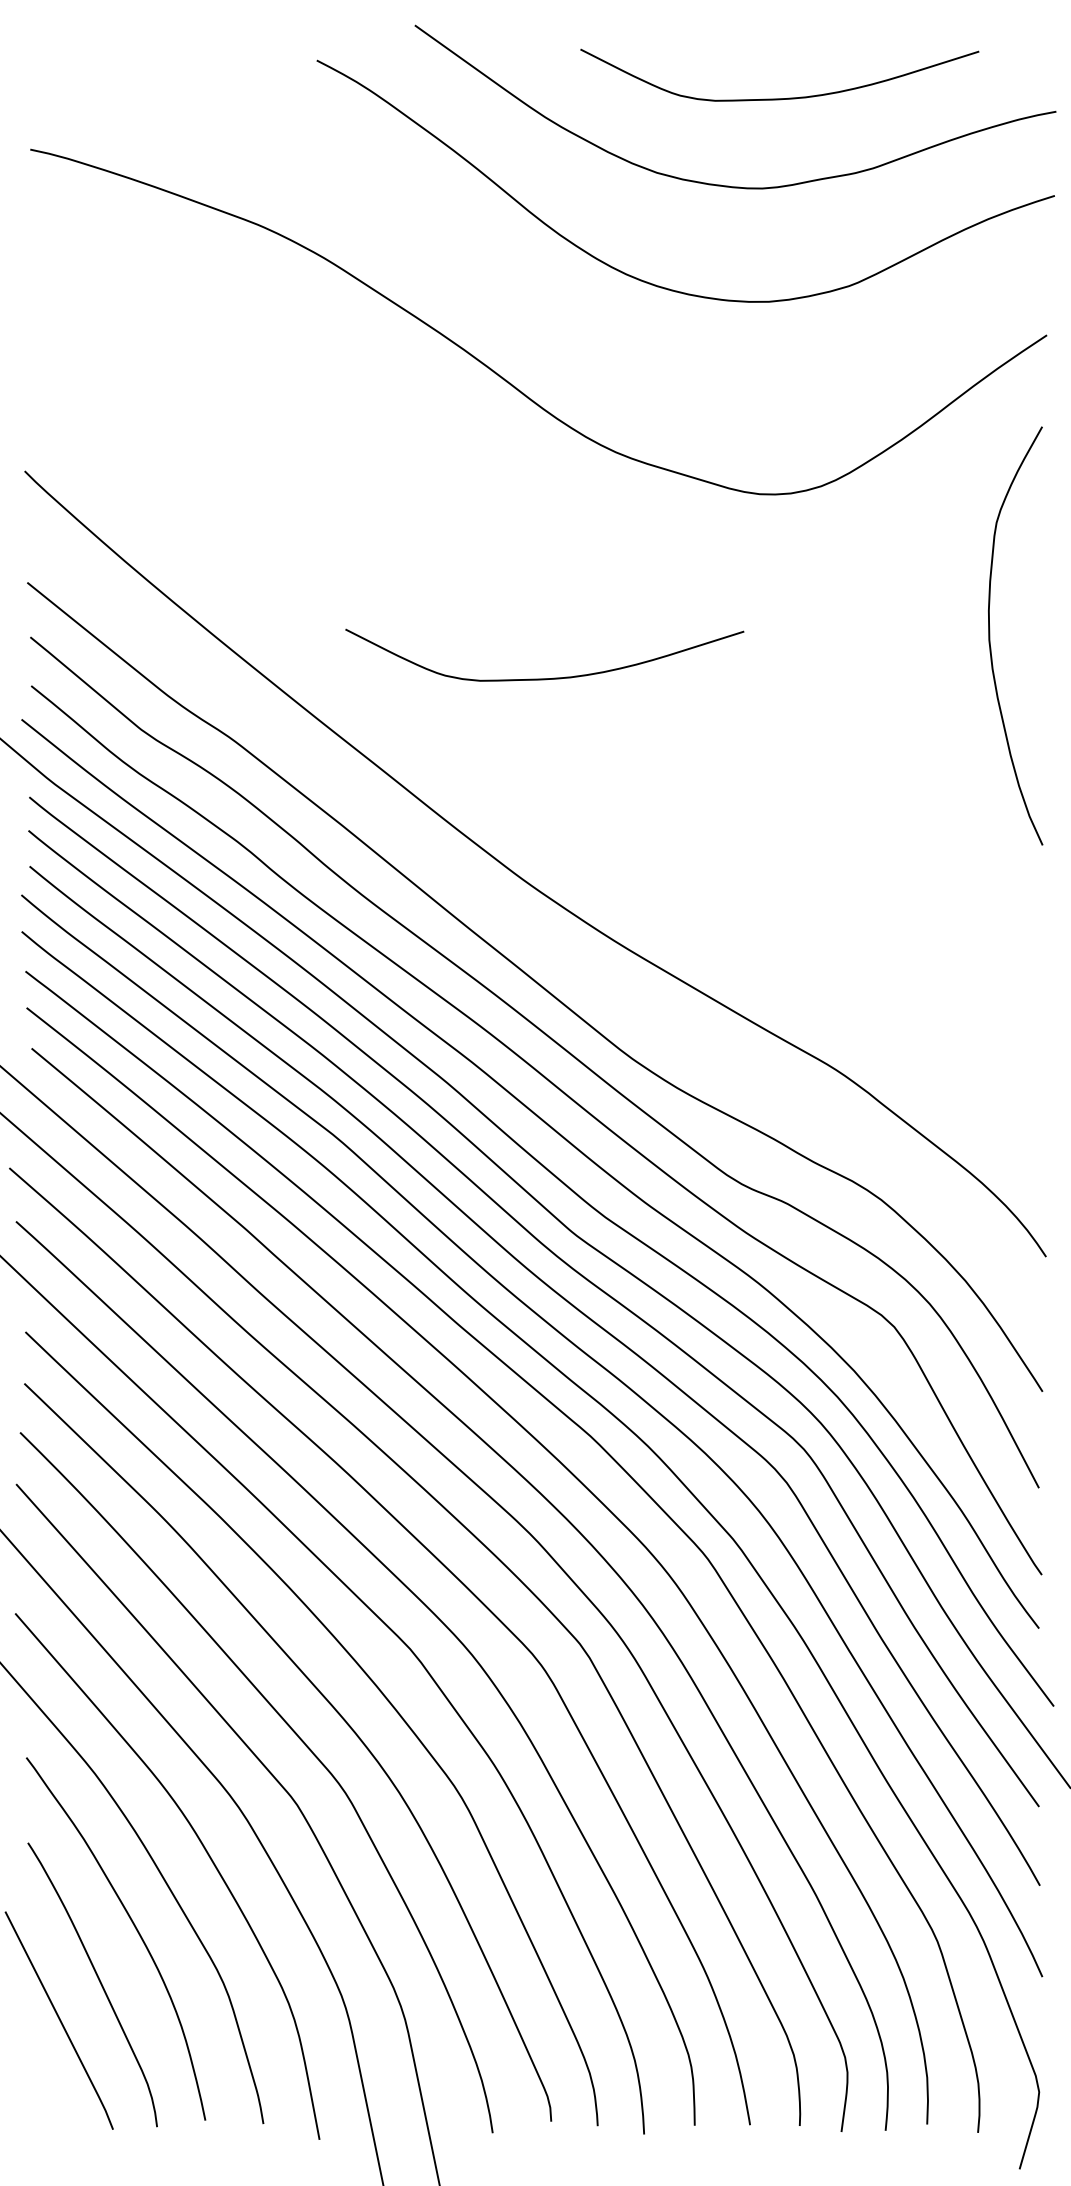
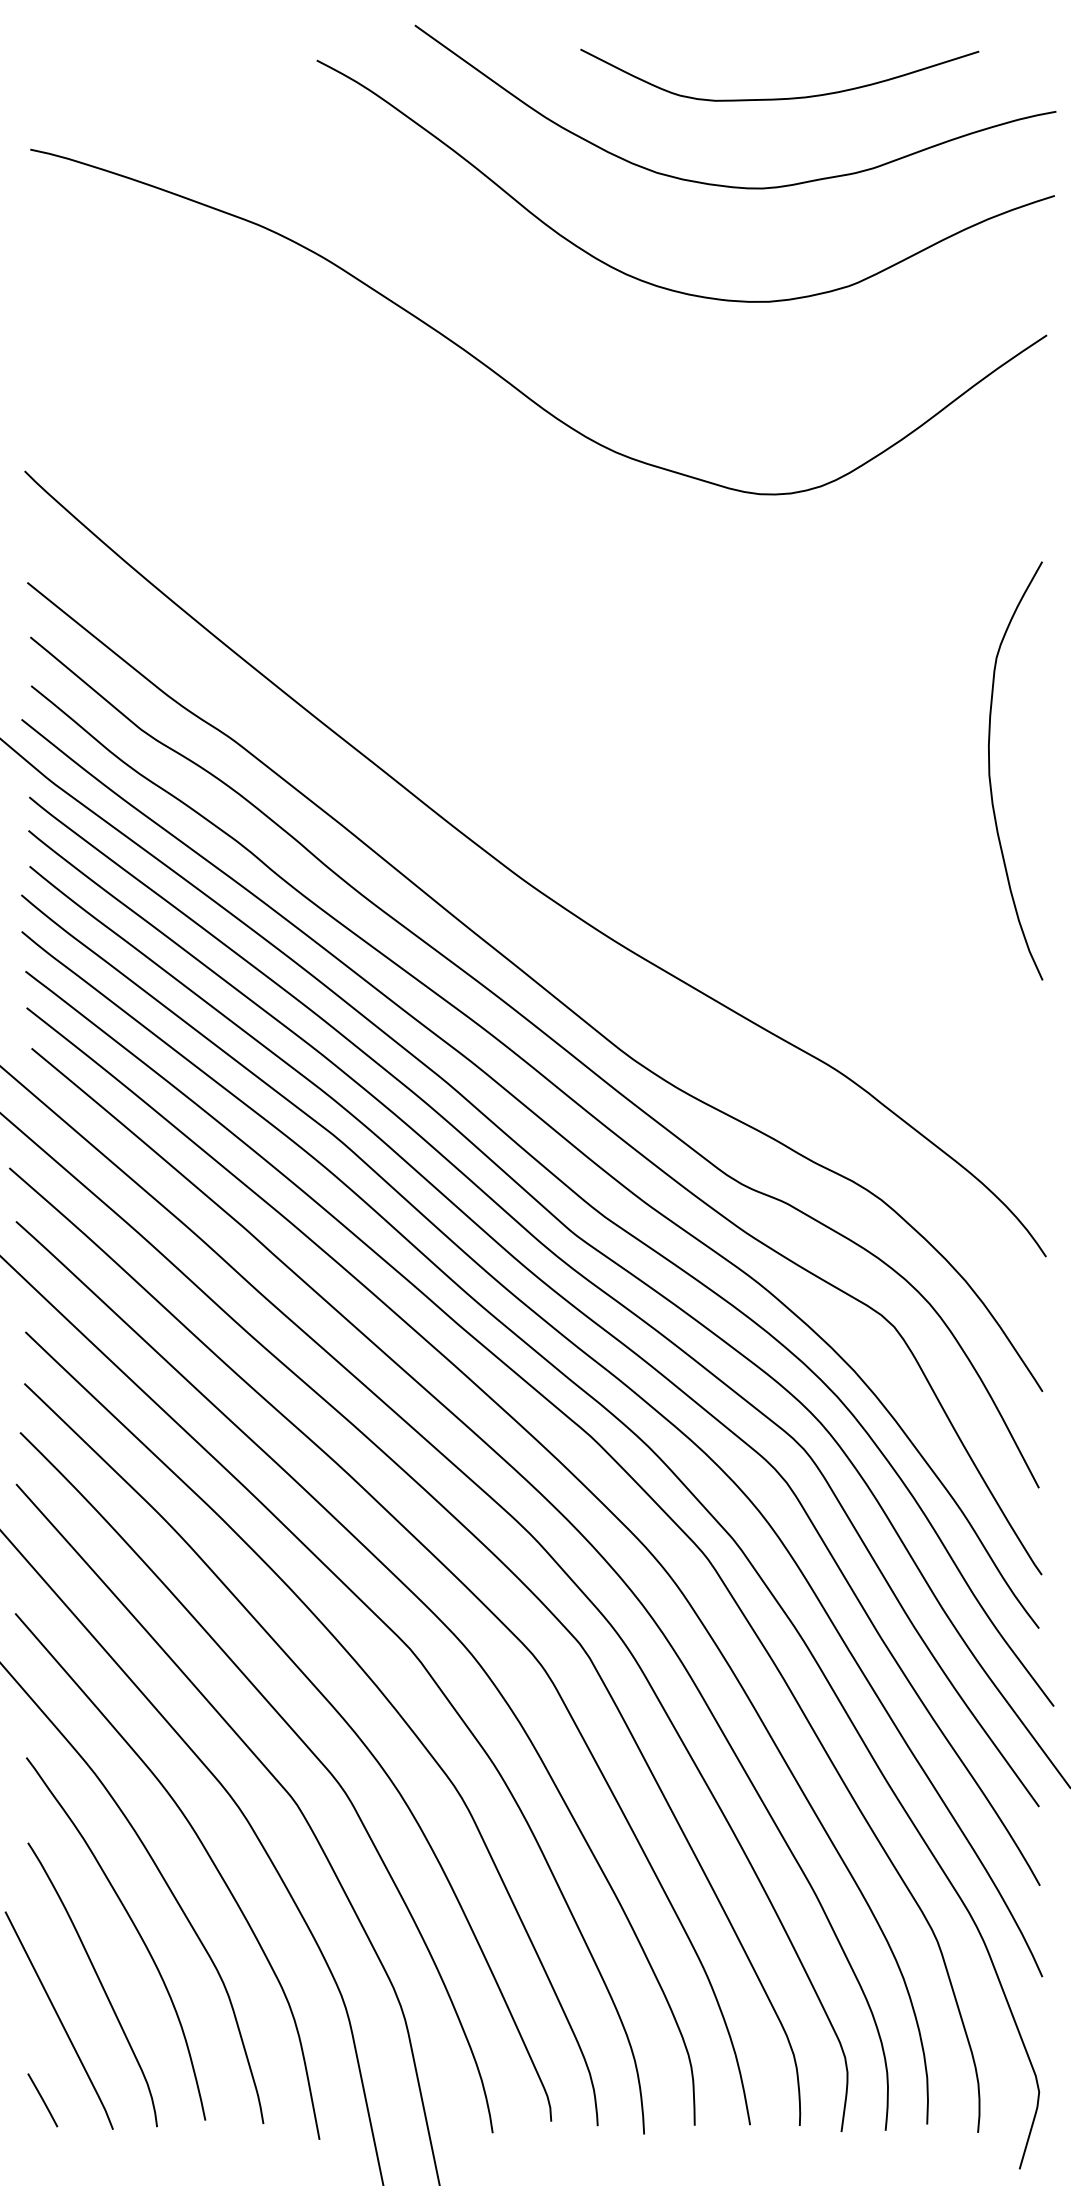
curve at (990, 635) position: (990, 635) -> (990, 770)
curve at (544, 678): present -> none
line at (42, 2100): none -> present
